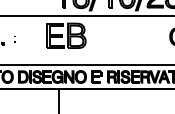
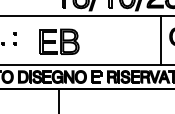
part at (66, 35) position: (66, 35) -> (59, 41)
part at (14, 39) size: 2x7 px -> 4x14 px
line at (160, 39): none -> present
